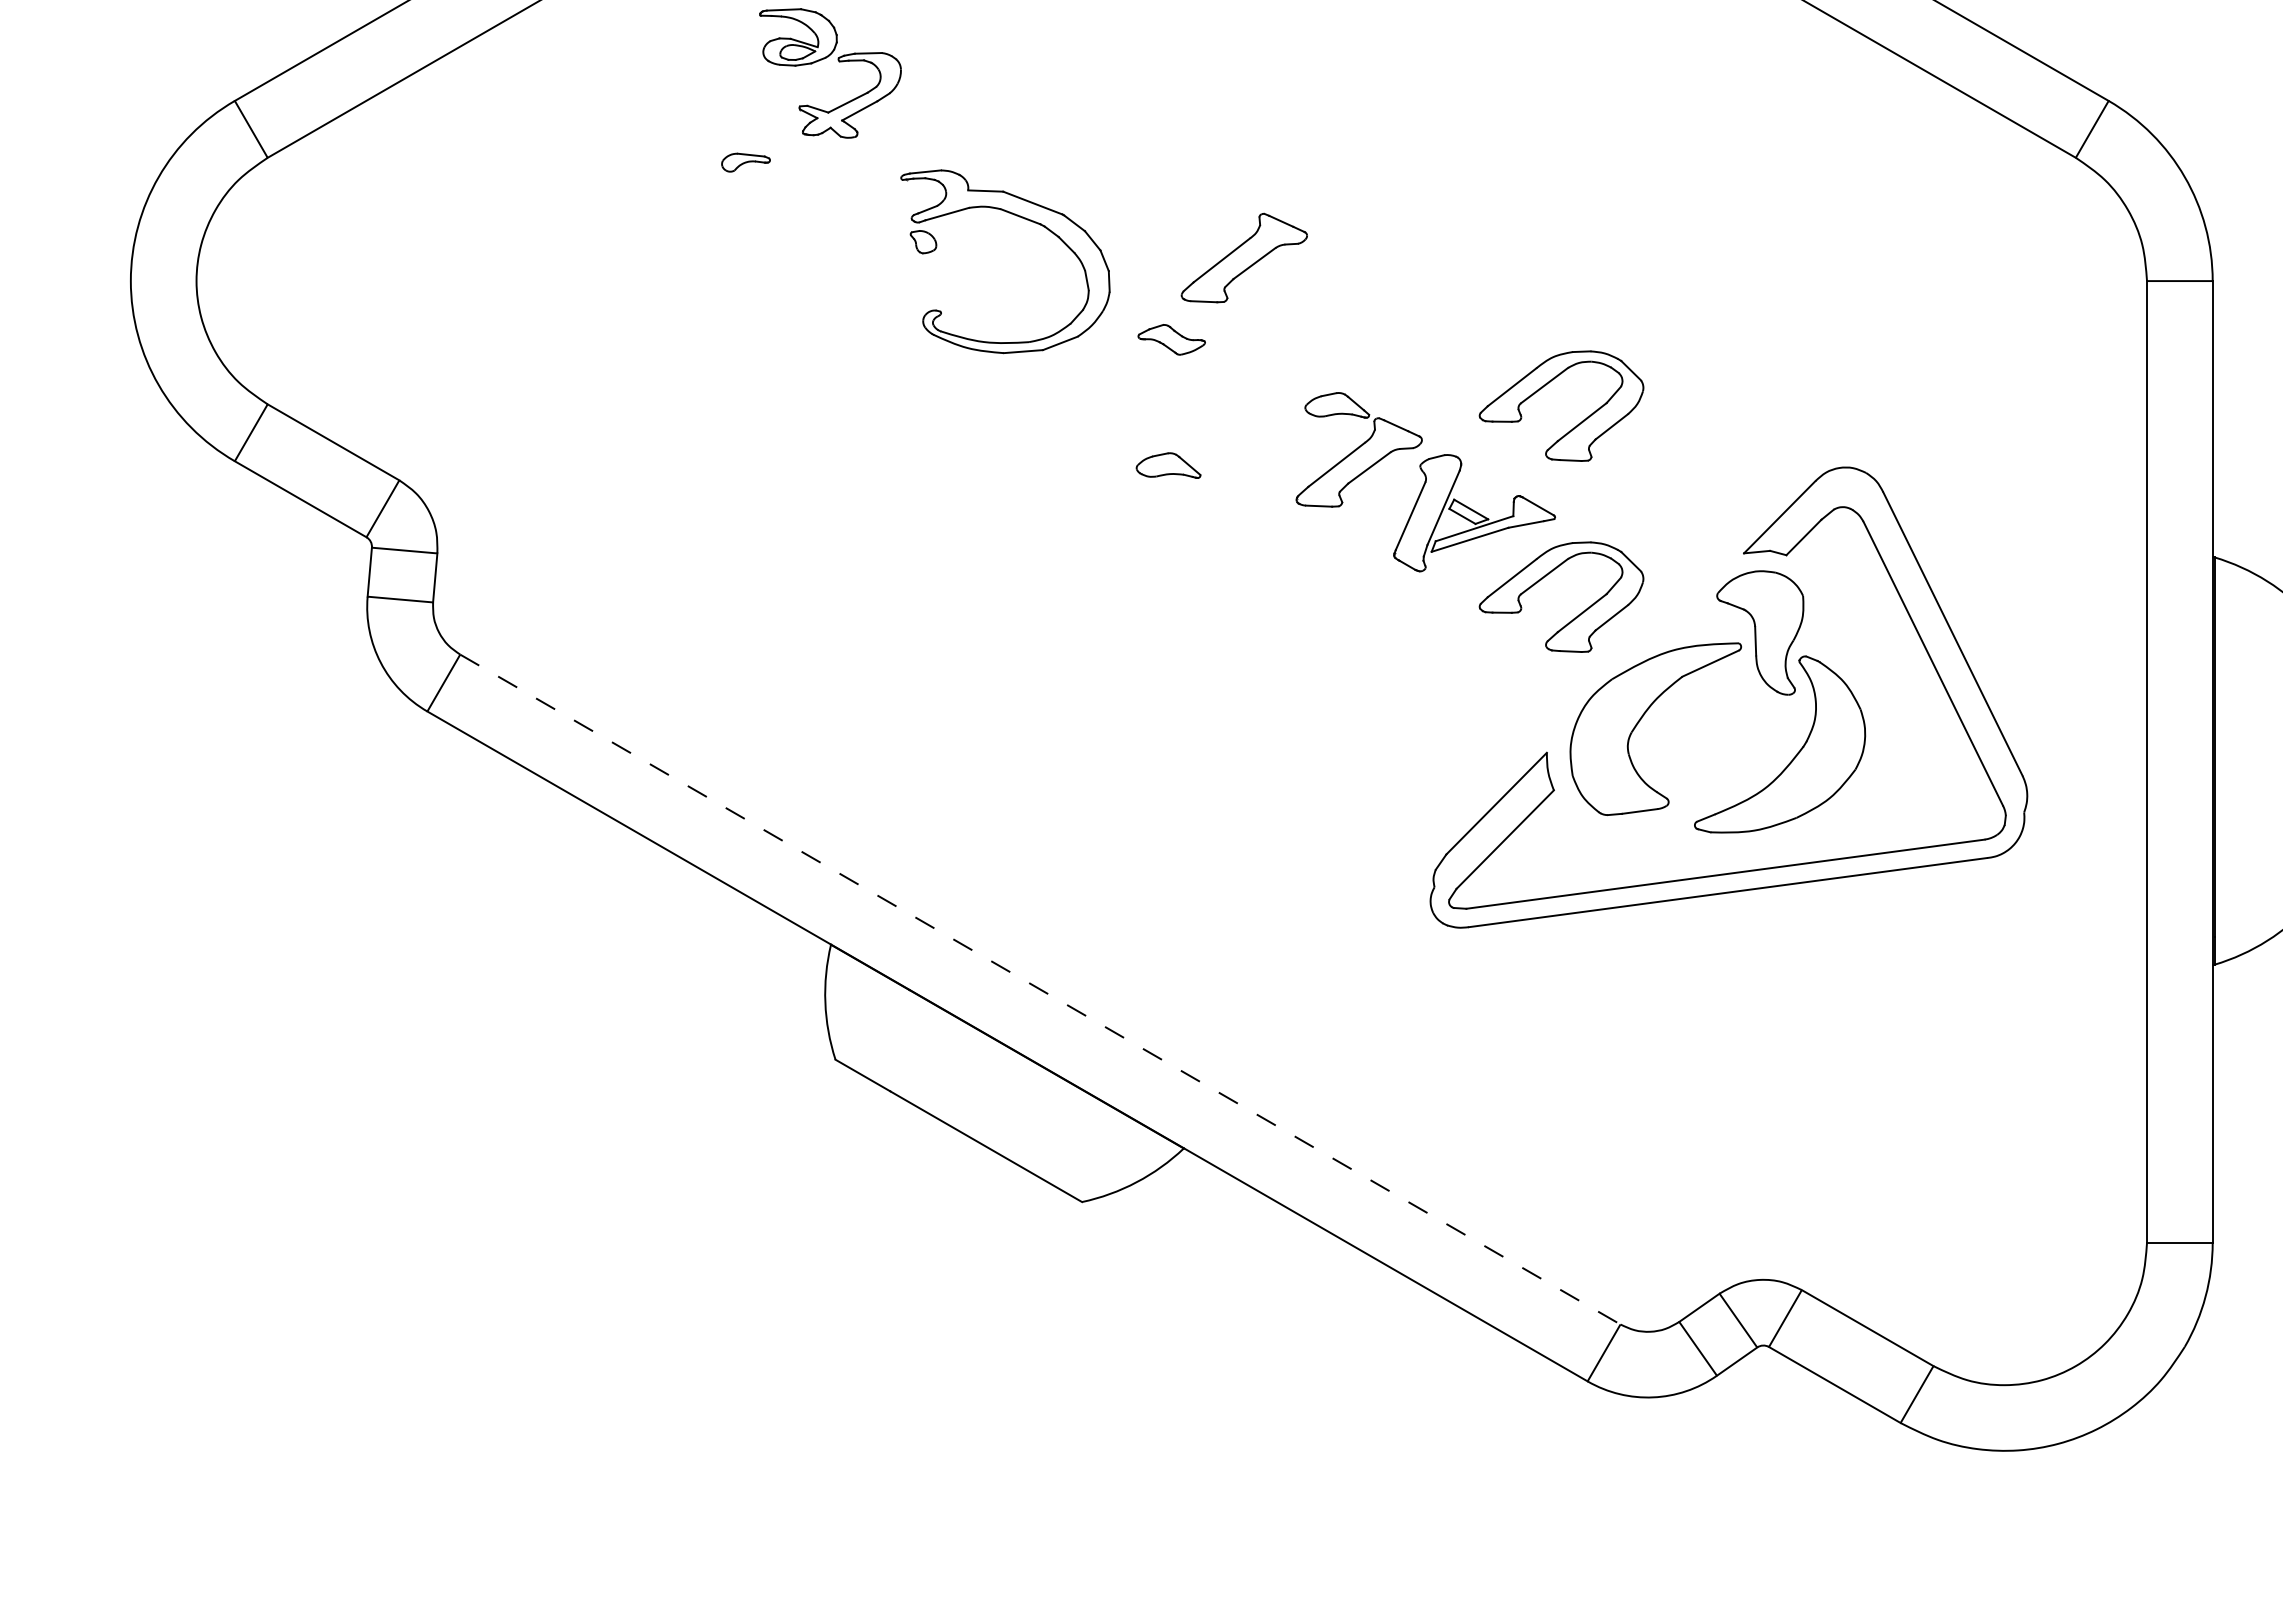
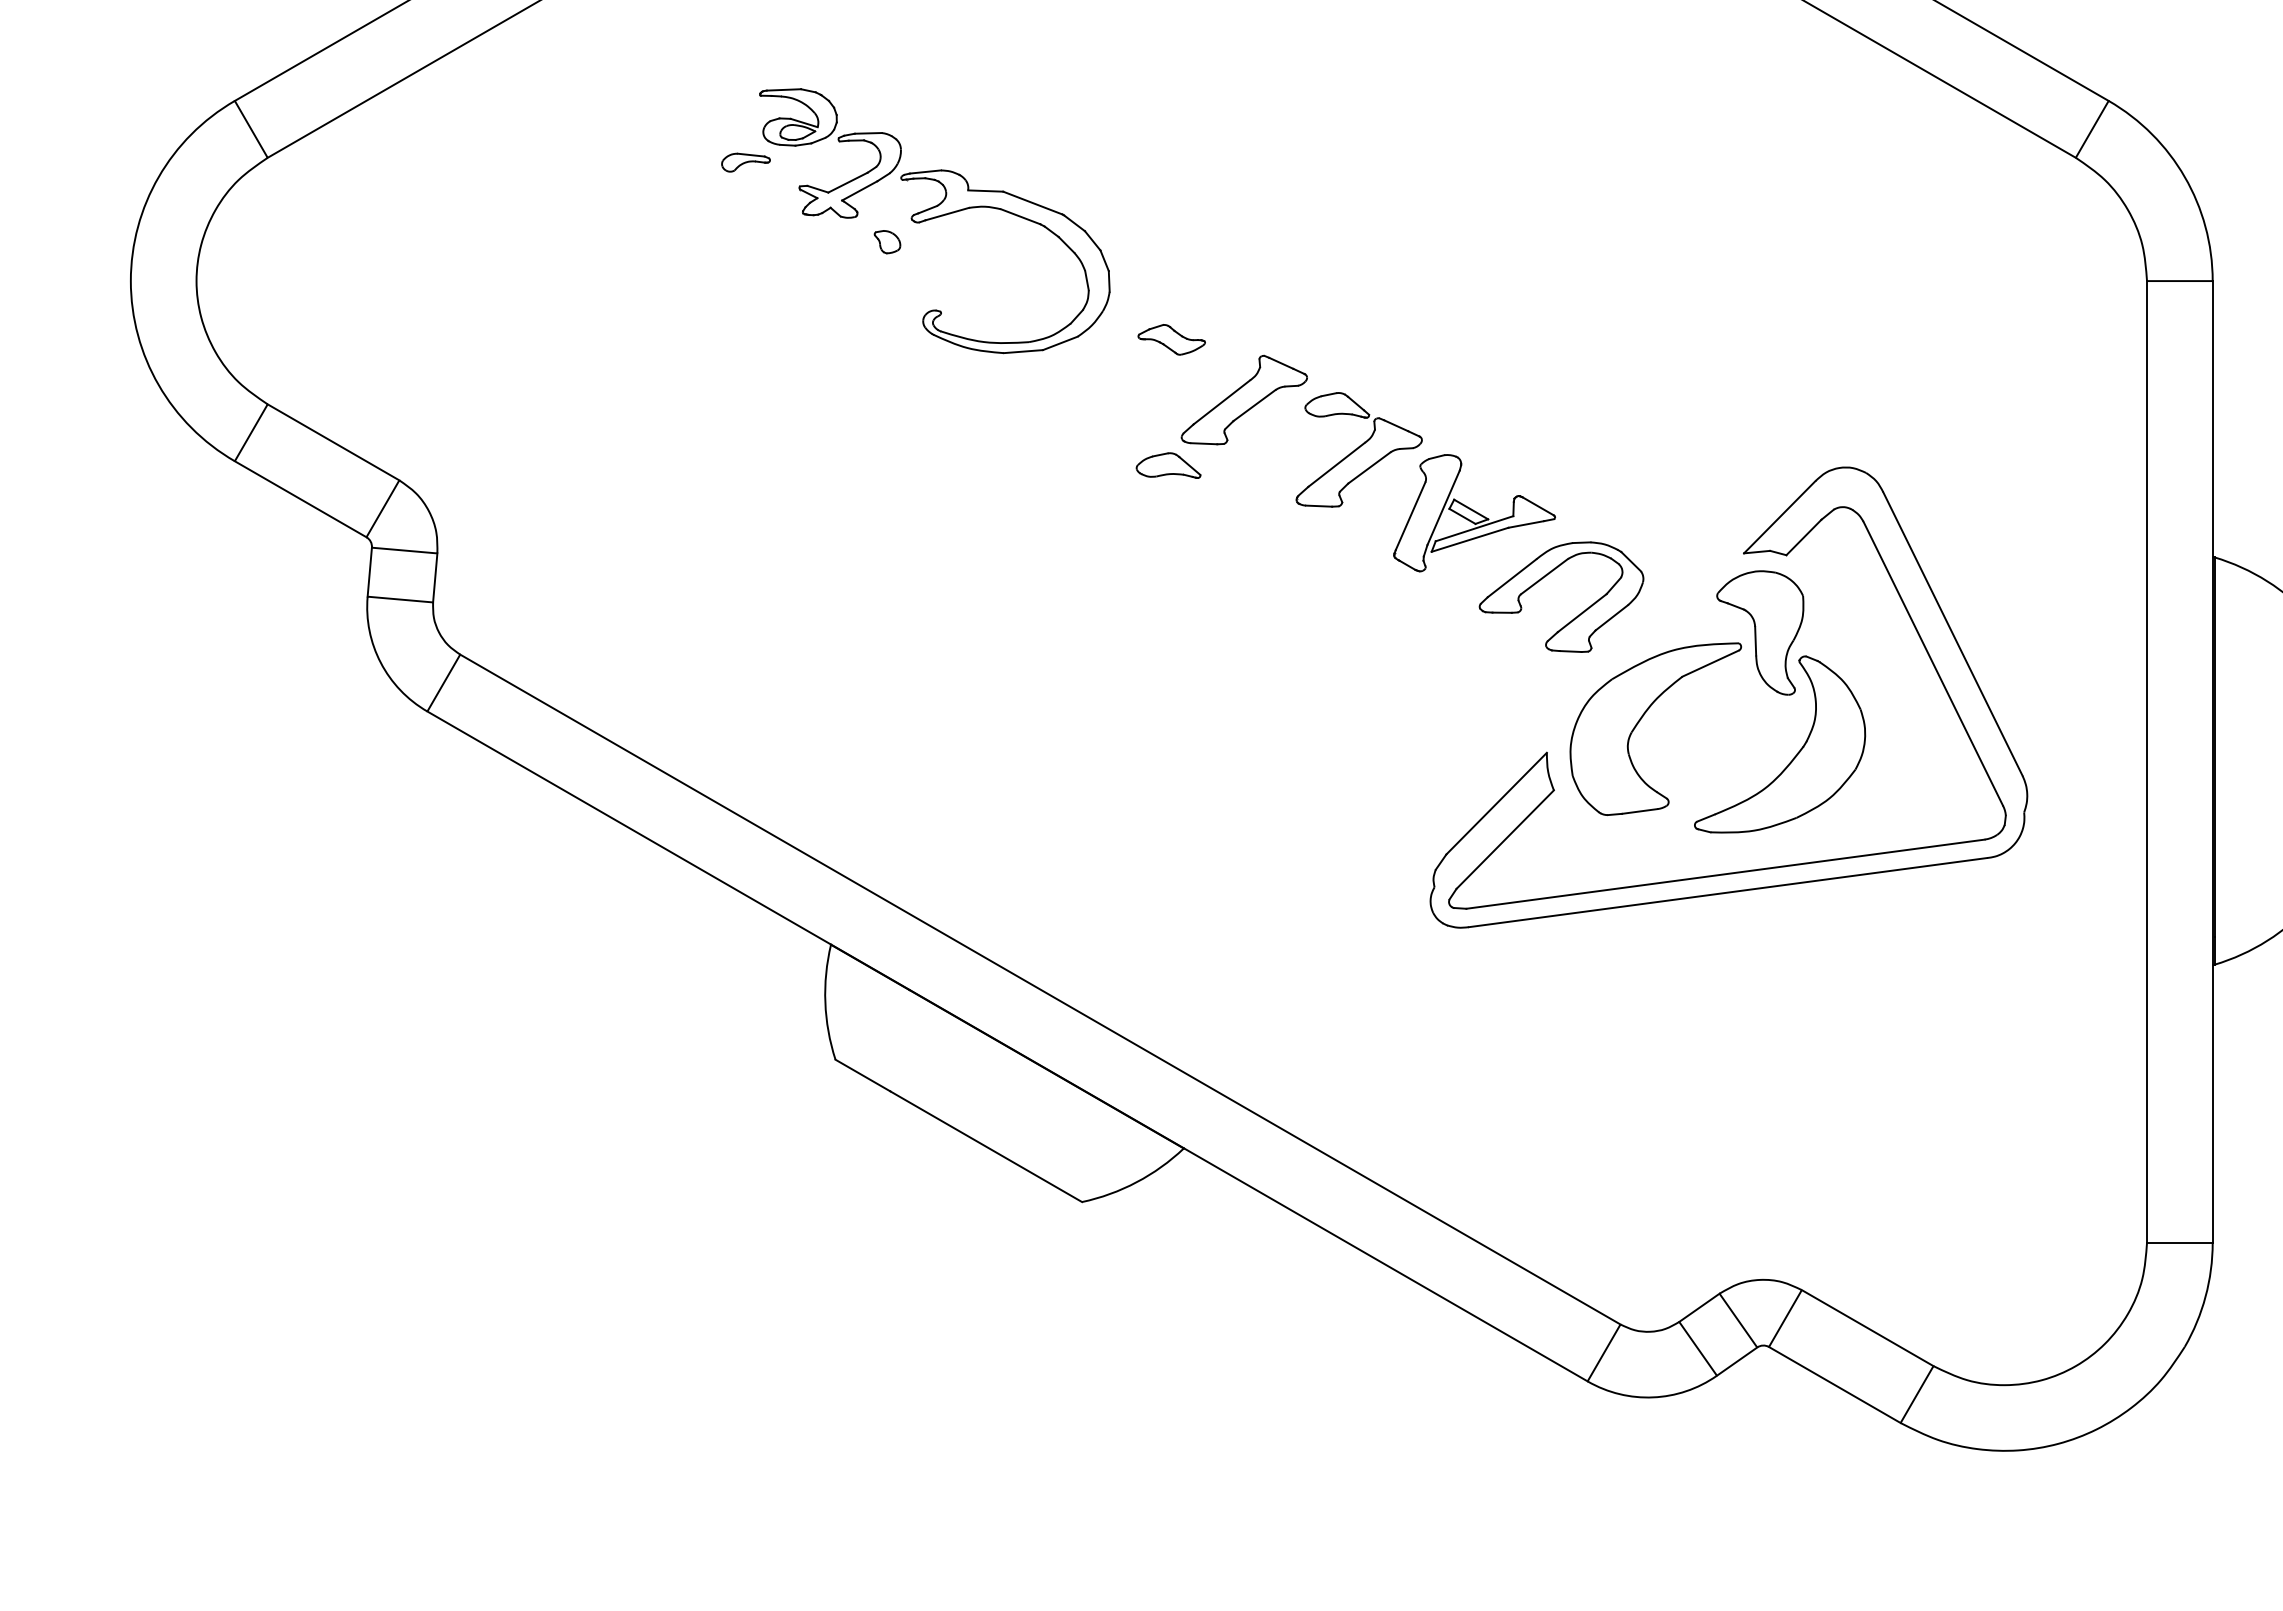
part at (839, 62) position: (839, 62) -> (839, 142)
part at (923, 242) position: (923, 242) -> (887, 242)
part at (1243, 257) position: (1243, 257) -> (1243, 399)
part at (1574, 426): present -> none
line at (1040, 989): dashed -> solid
